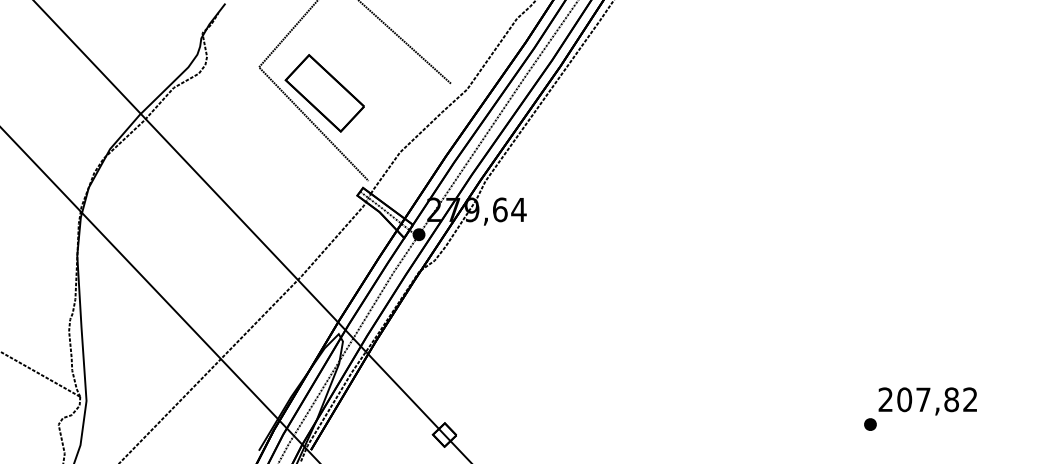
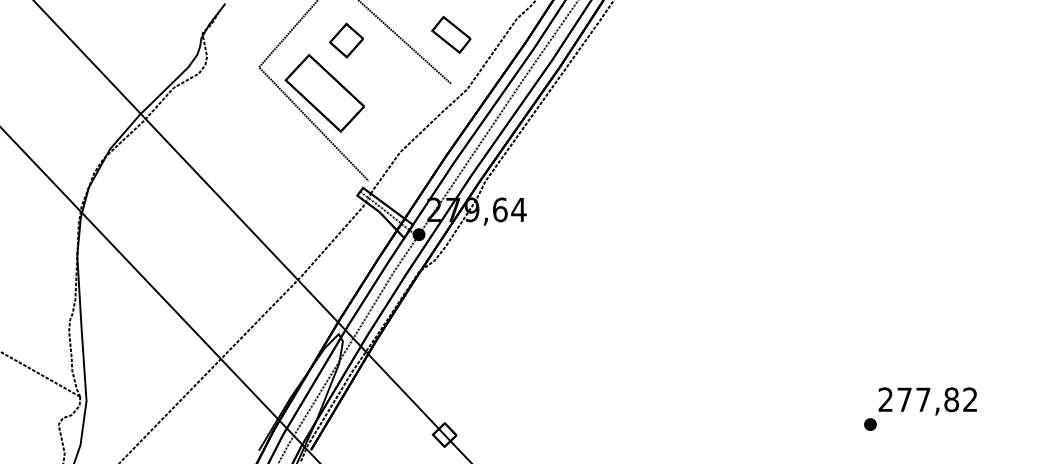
part at (451, 34): none -> present
part at (346, 40): none -> present
text at (904, 399): 207,82 -> 277,82
